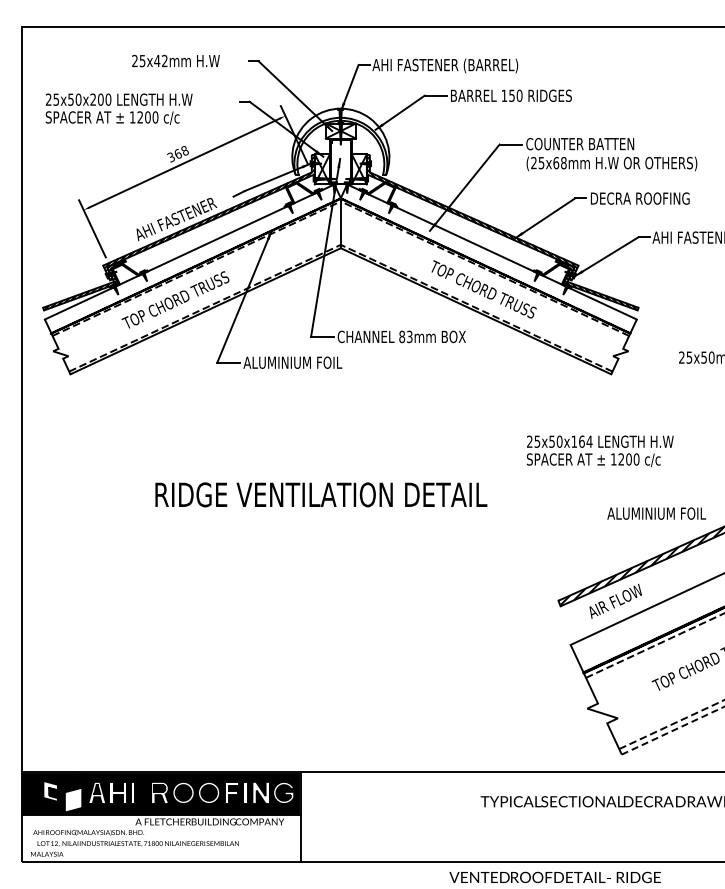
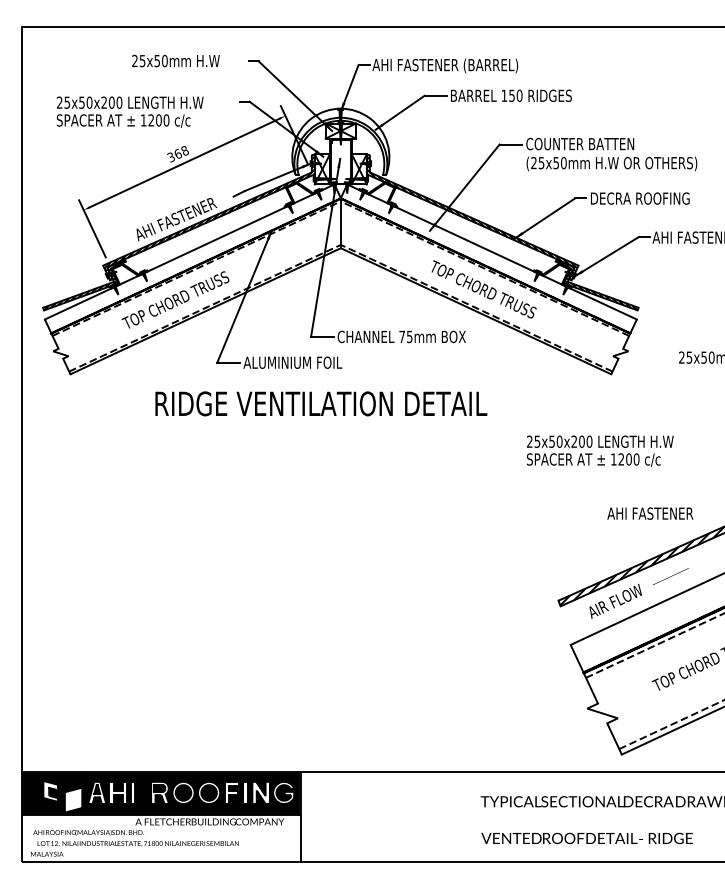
text at (160, 61): 25x42mm -> 25x50mm
text at (118, 108) position: (118, 108) -> (129, 111)
text at (559, 163): (25x68mm -> (25x50mm
text at (405, 336): 83mm -> 75mm
text at (581, 441): 25x50x164 -> 25x50x200
text at (321, 494) position: (321, 494) -> (321, 403)
text at (661, 513): ALUMINIUM FOIL -> AHI FASTENER
line at (670, 576): none -> present
line at (673, 730): dashed -> solid
text at (554, 877) position: (554, 877) -> (586, 838)
